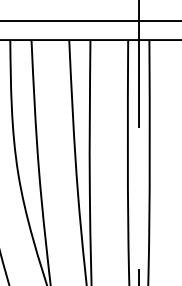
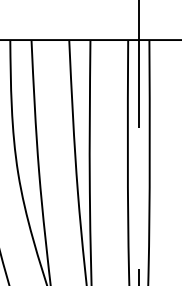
line at (90, 21): present -> none
